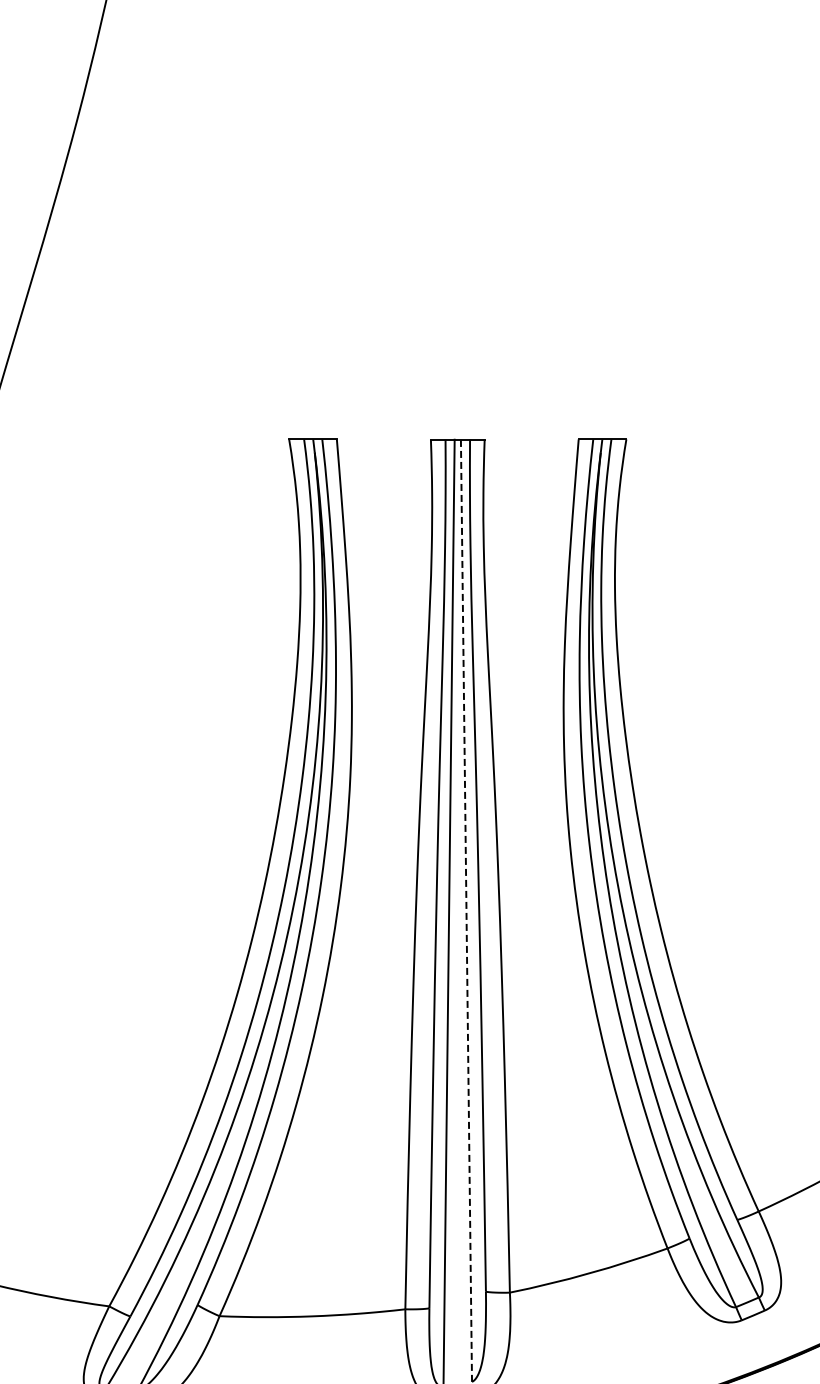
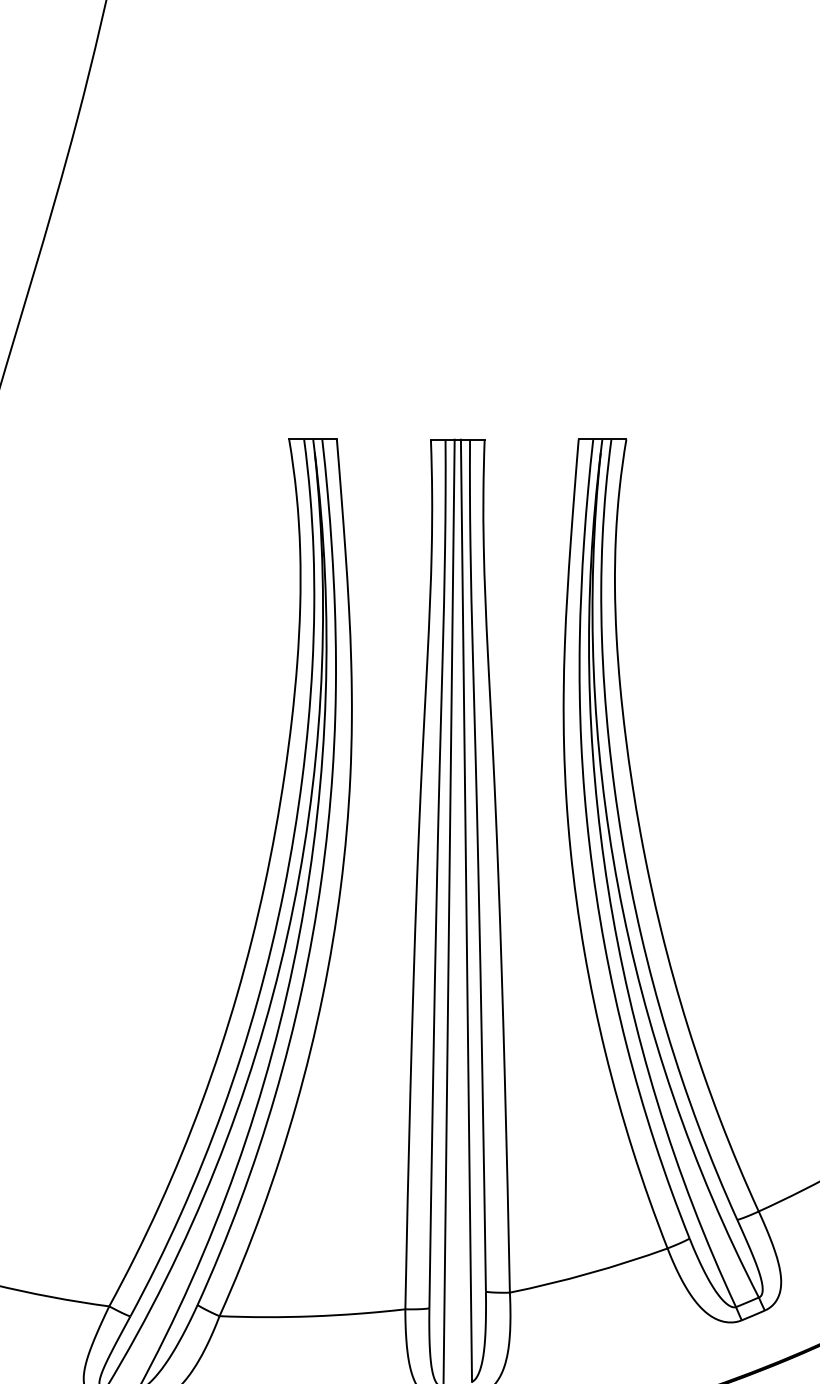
line at (466, 910): dashed -> solid
